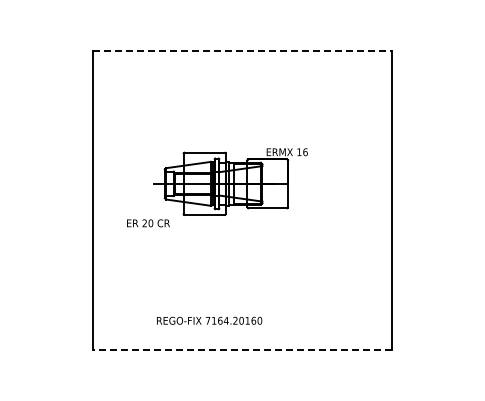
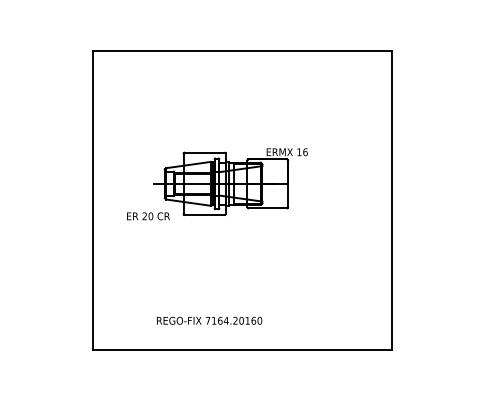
line at (242, 50): dashed -> solid
text at (148, 223) position: (148, 223) -> (148, 216)
line at (242, 350): dashed -> solid
